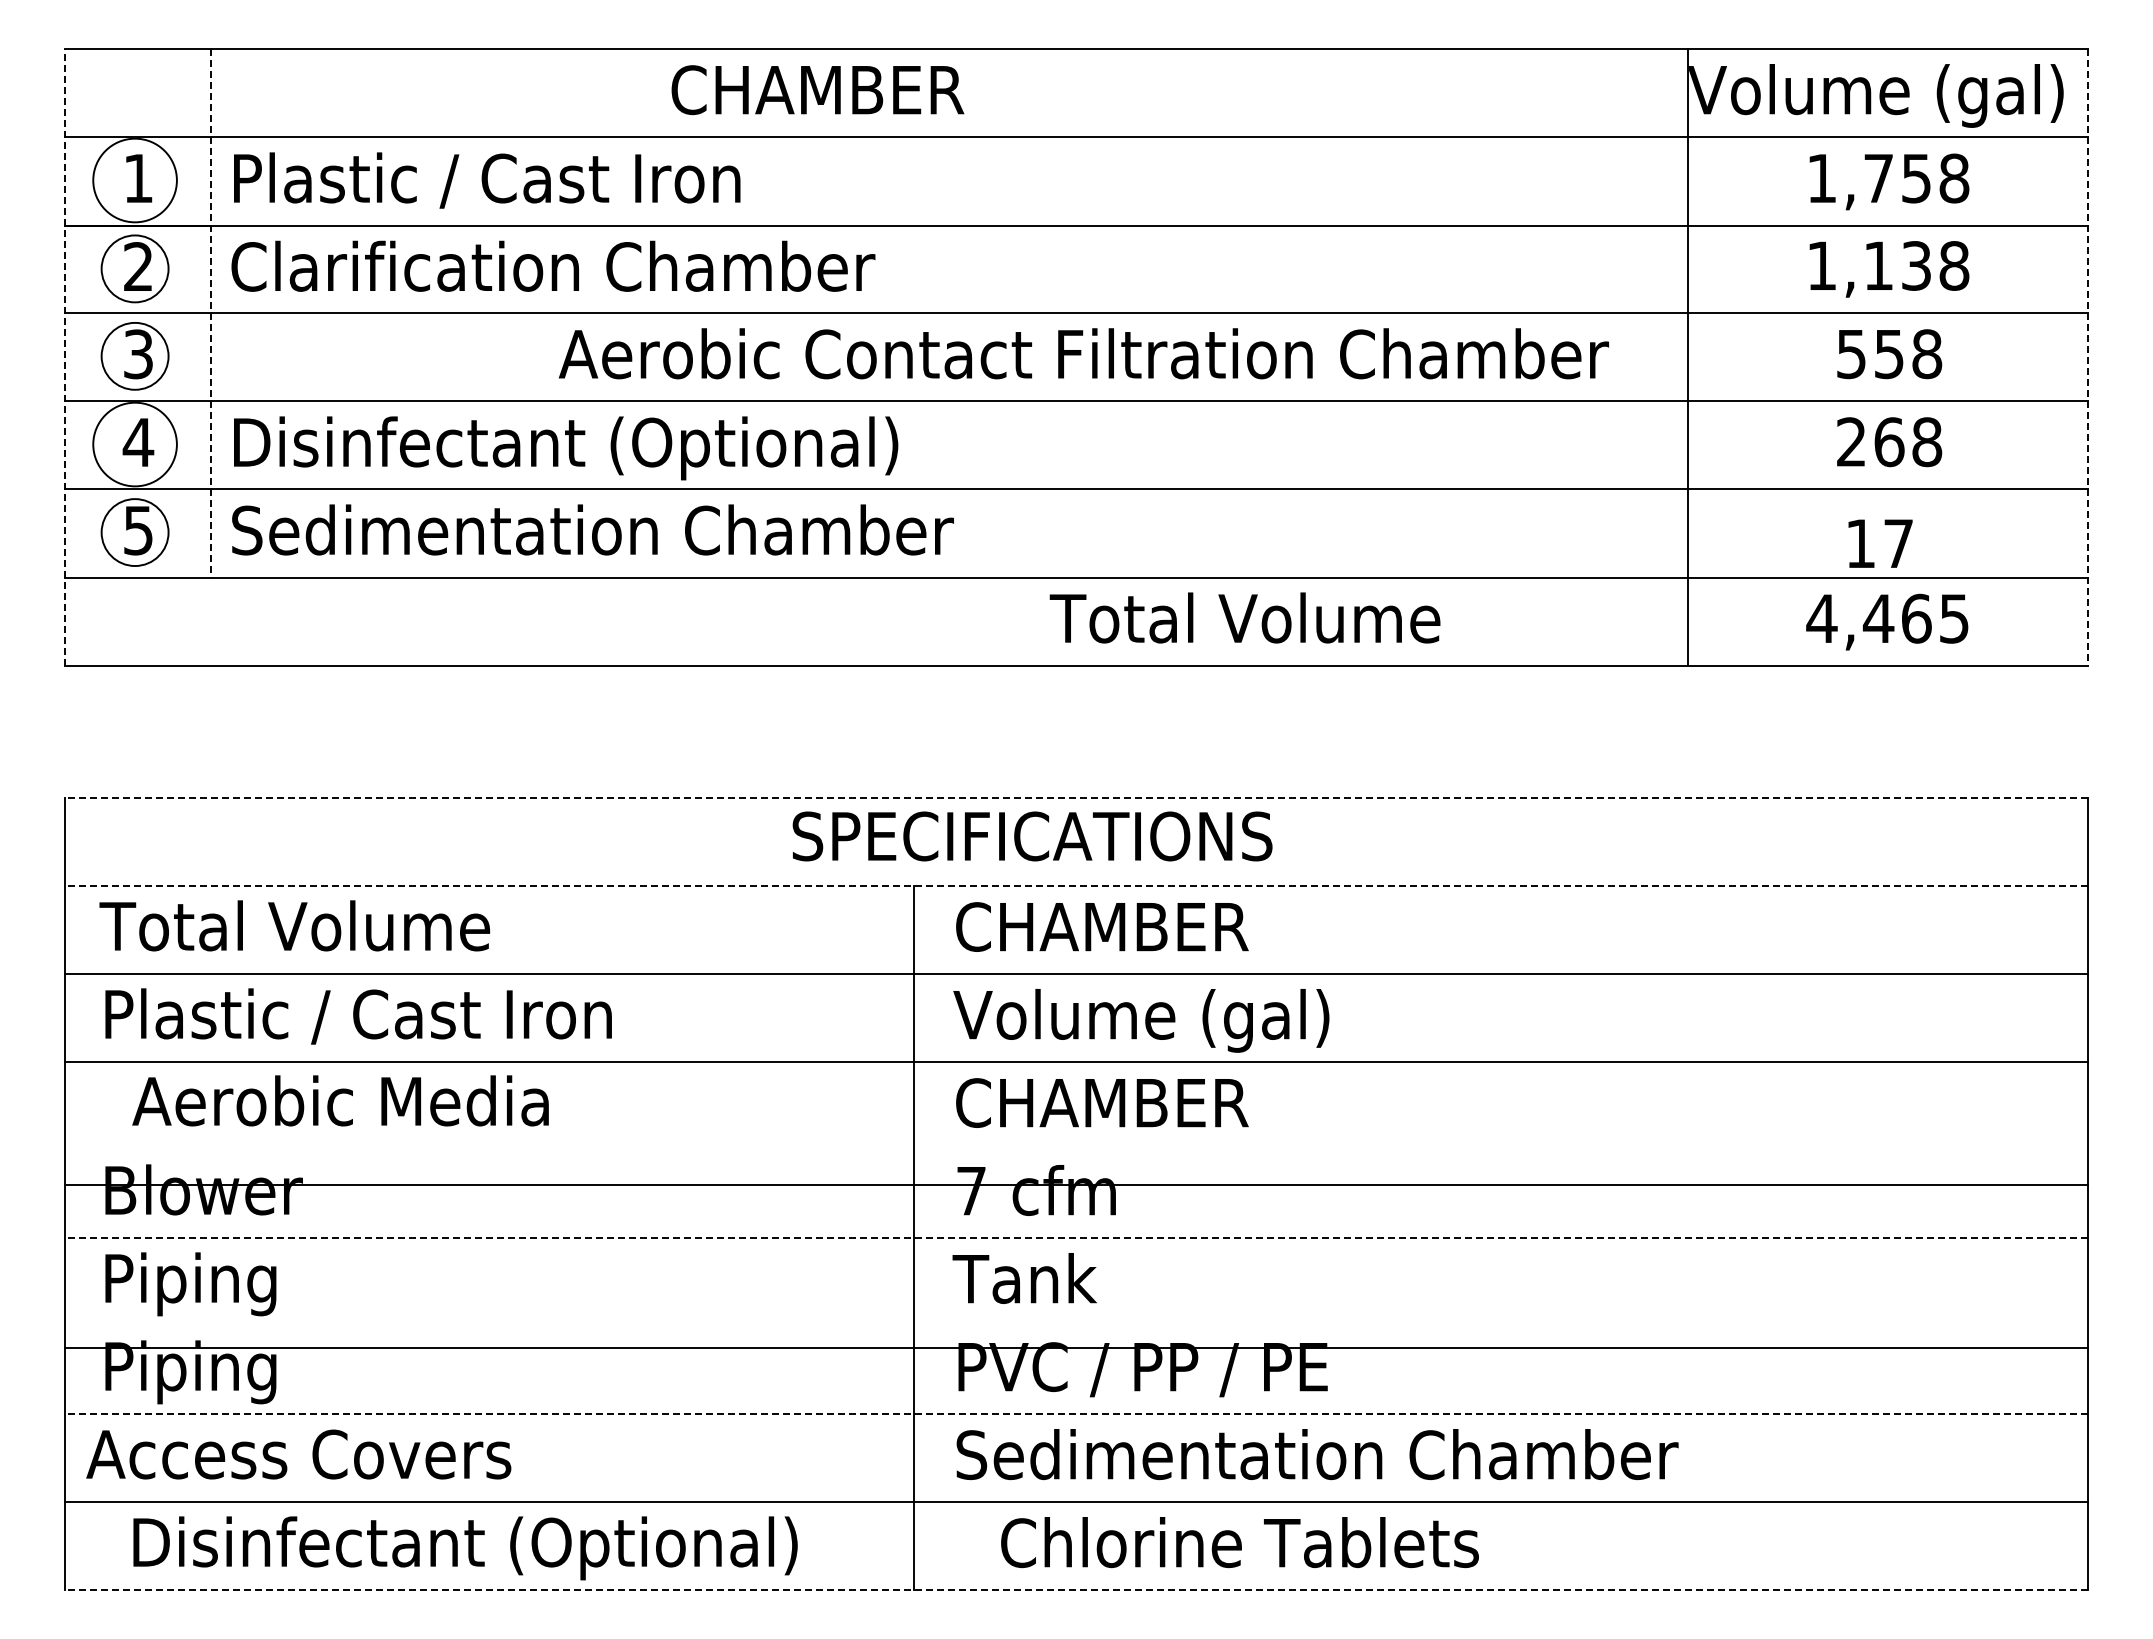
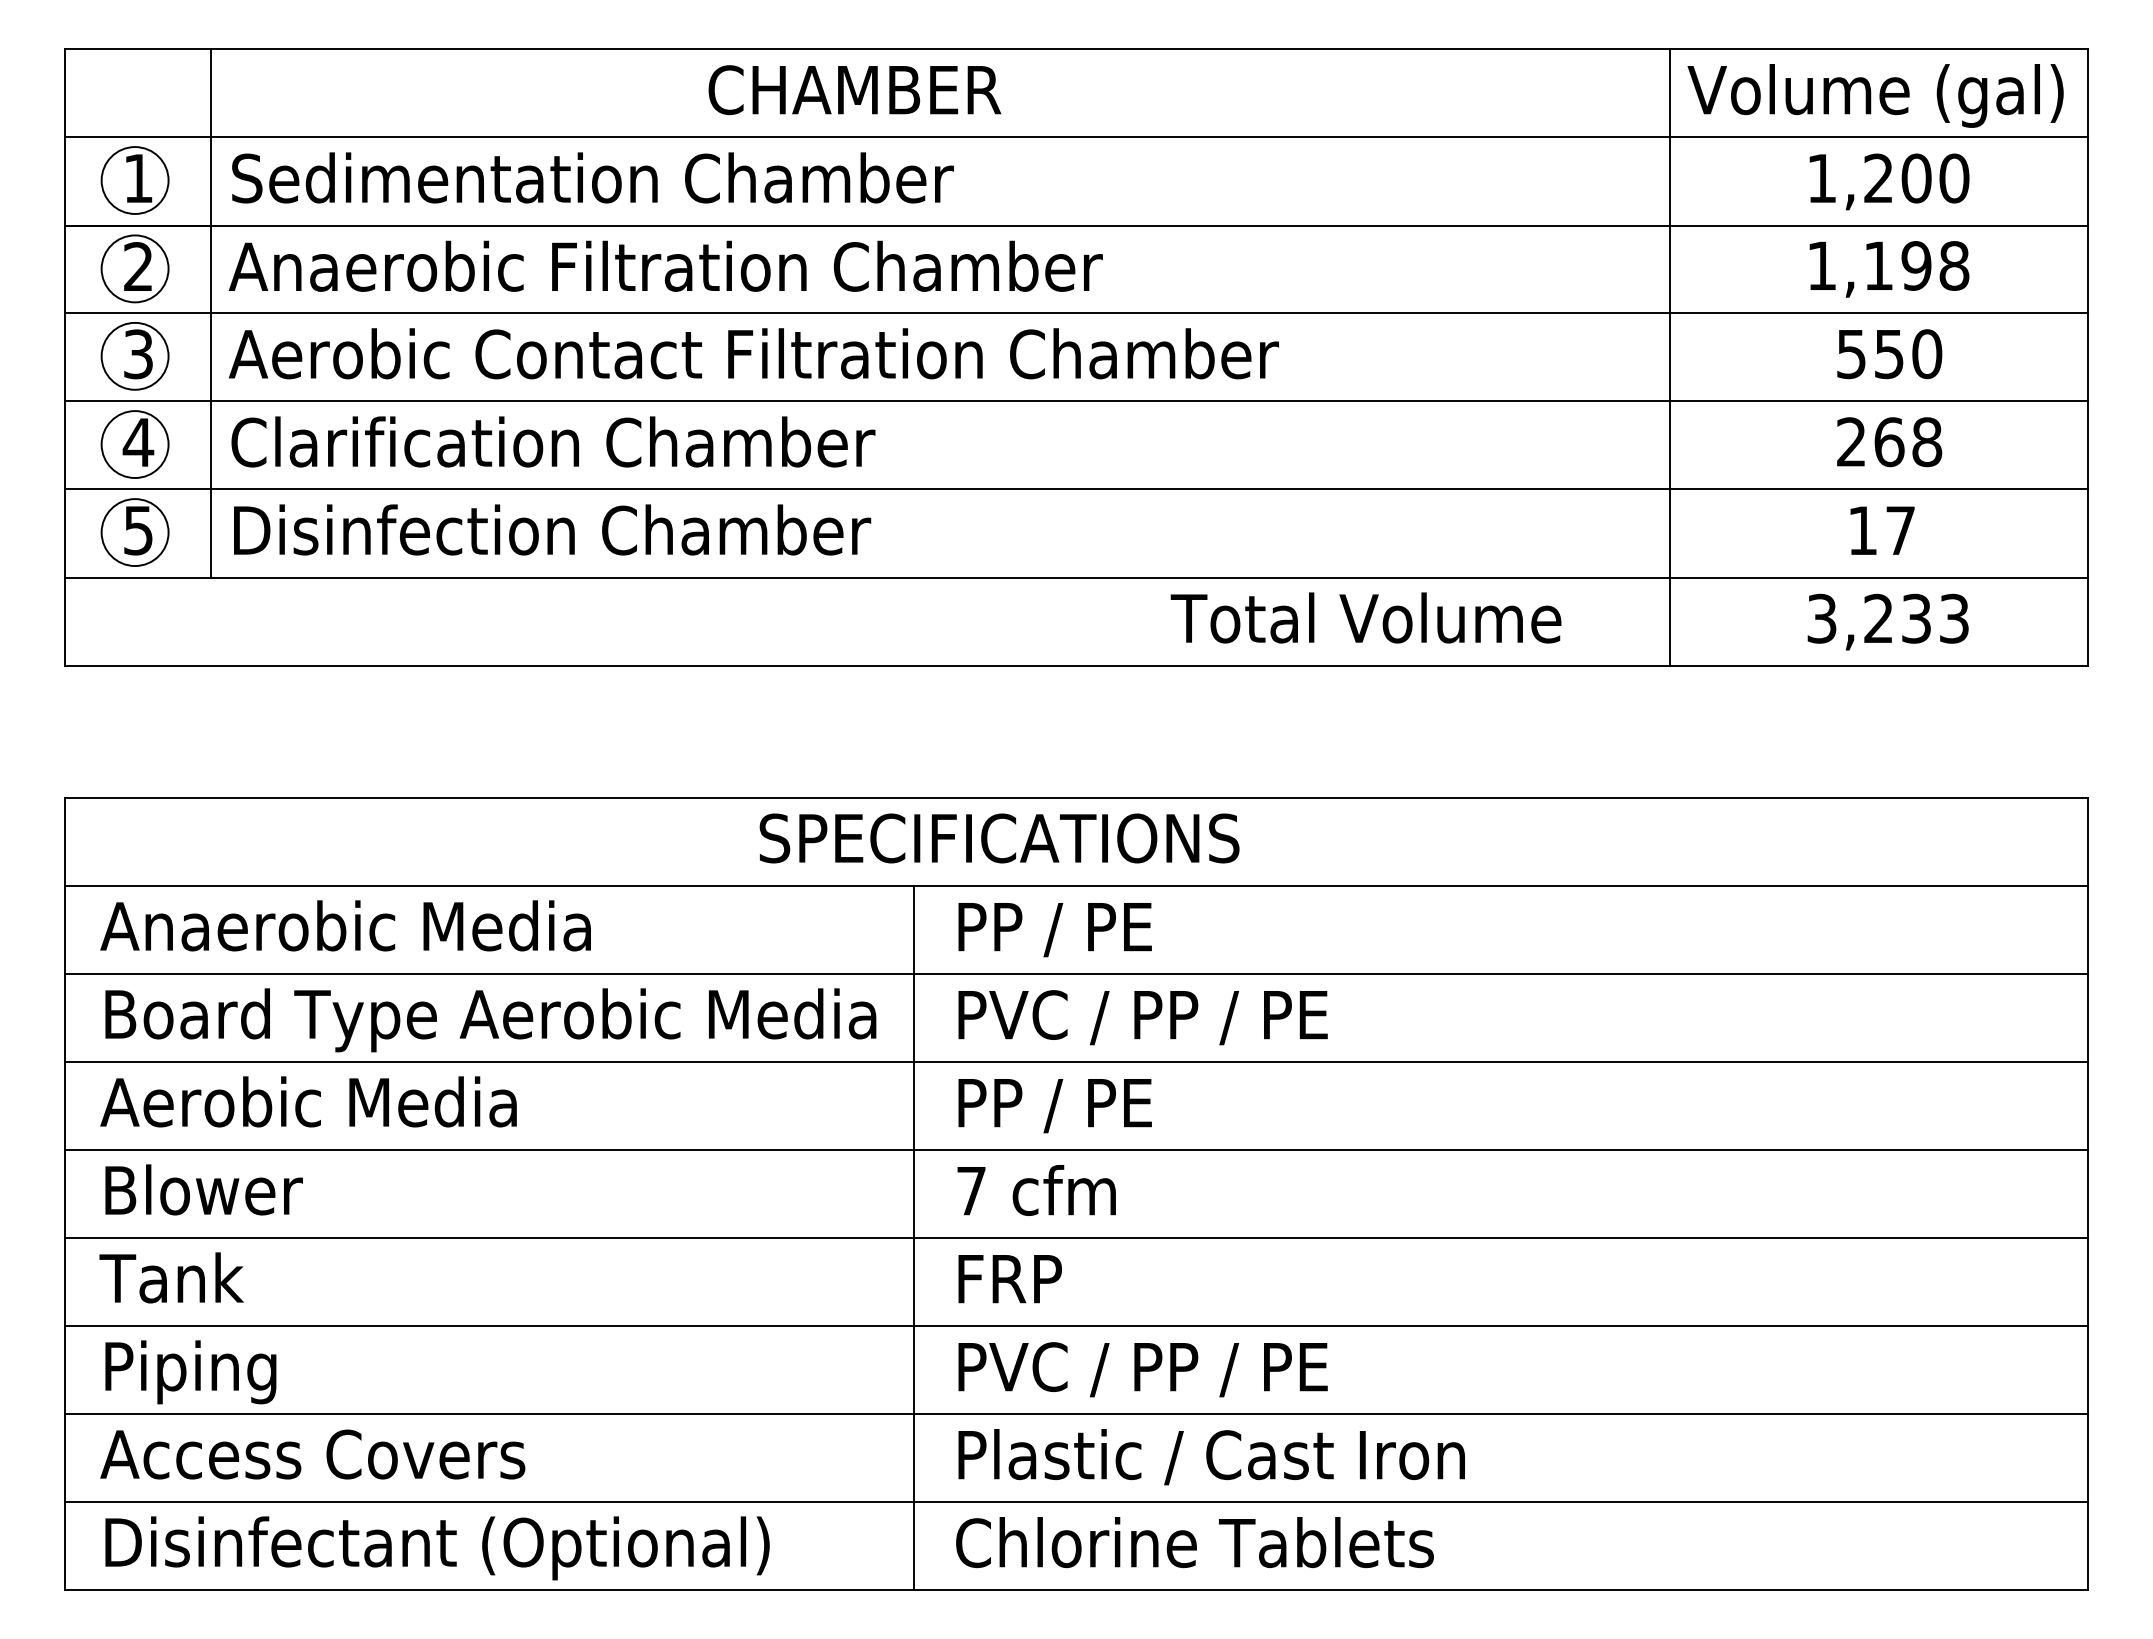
text at (817, 90) position: (817, 90) -> (854, 90)
text at (1916, 178): 1,758 -> 1,200
circle at (134, 180) diameter: 84 px -> 67 px
text at (592, 180): Plastic / Cast Iron -> Sedimentation Chamber
text at (665, 265): Clarification Chamber -> Anaerobic Filtration Chamber
text at (1916, 265): 1,138 -> 1,198
line at (210, 313): dashed -> solid
text at (1083, 353) position: (1083, 353) -> (753, 353)
text at (1927, 353): 558 -> 550
line at (64, 357): dashed -> solid
line at (1687, 357) position: (1687, 357) -> (1669, 357)
line at (2088, 357): dashed -> solid
circle at (134, 444) diameter: 84 px -> 67 px
text at (564, 448): Disinfectant (Optional) -> Clarification Chamber
text at (592, 529): Sedimentation Chamber -> Disinfection Chamber
text at (1880, 543) position: (1880, 543) -> (1882, 530)
text at (1244, 617) position: (1244, 617) -> (1365, 617)
text at (1887, 618): 4,465 -> 3,233
line at (1076, 797): dashed -> solid
text at (1032, 836) position: (1032, 836) -> (999, 838)
line at (1076, 885): dashed -> solid
text at (344, 925): Total Volume -> Anaerobic Media
text at (1102, 929): CHAMBER -> PP / PE
text at (493, 1020): Plastic / Cast Iron -> Board Type Aerobic Media
text at (1141, 1020): Volume (gal) -> PVC / PP / PE
text at (340, 1100) position: (340, 1100) -> (308, 1101)
text at (1102, 1105): CHAMBER -> PP / PE
line at (1076, 1184) position: (1076, 1184) -> (1076, 1149)
line at (1076, 1237): dashed -> solid
text at (1024, 1278): Tank -> FRP
text at (187, 1284): Piping -> Tank
line at (1076, 1347) position: (1076, 1347) -> (1076, 1325)
line at (1076, 1413): dashed -> solid
text at (298, 1454) position: (298, 1454) -> (312, 1454)
text at (1317, 1457): Sedimentation Chamber -> Plastic / Cast Iron
text at (1239, 1542) position: (1239, 1542) -> (1194, 1542)
text at (465, 1548) position: (465, 1548) -> (437, 1548)
line at (1076, 1589): dashed -> solid
